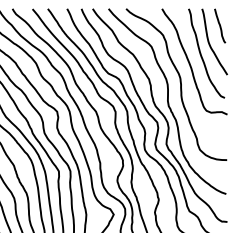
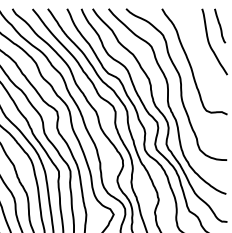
curve at (201, 53): present -> none
